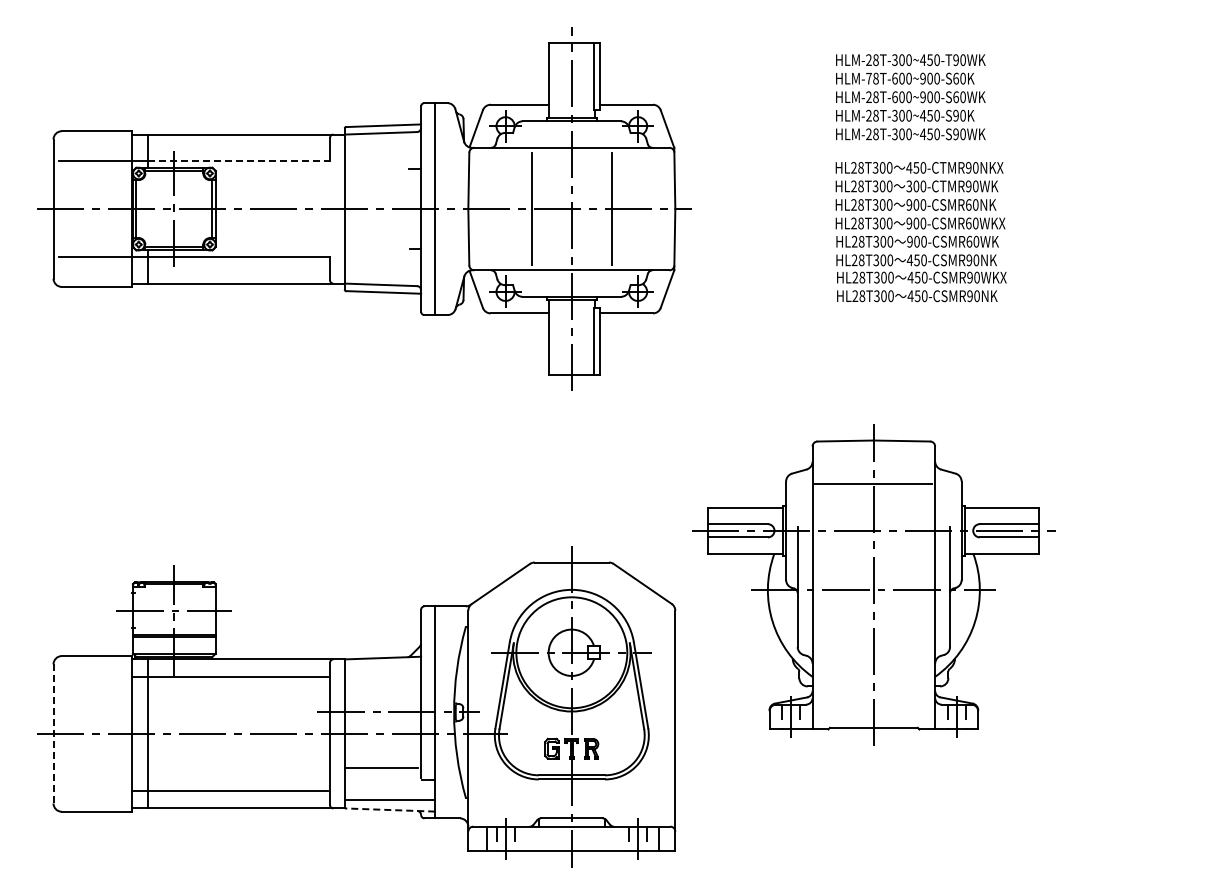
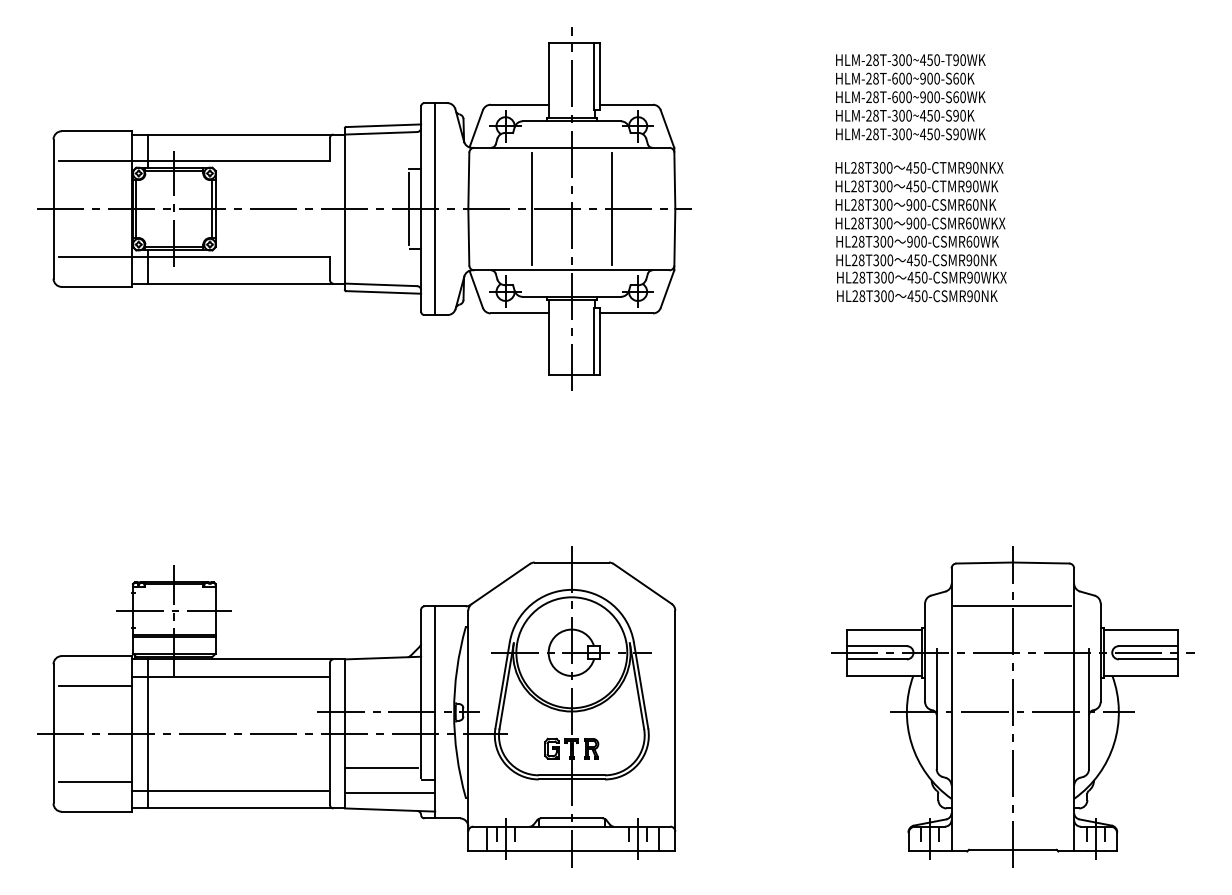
text at (868, 78): HLM-78T-600~900-S60K -> HLM-28T-600~900-S60K
line at (239, 161): dashed -> solid
text at (912, 186): 300-CTMR90WK -> 450-CTMR90WK
line at (409, 209): none -> present
part at (873, 584) position: (873, 584) -> (1012, 706)
line at (95, 685): none -> present
line at (53, 733): dashed -> solid
line at (95, 781): none -> present
line at (389, 799) position: (389, 799) -> (389, 792)
line at (389, 810): dashed -> solid
